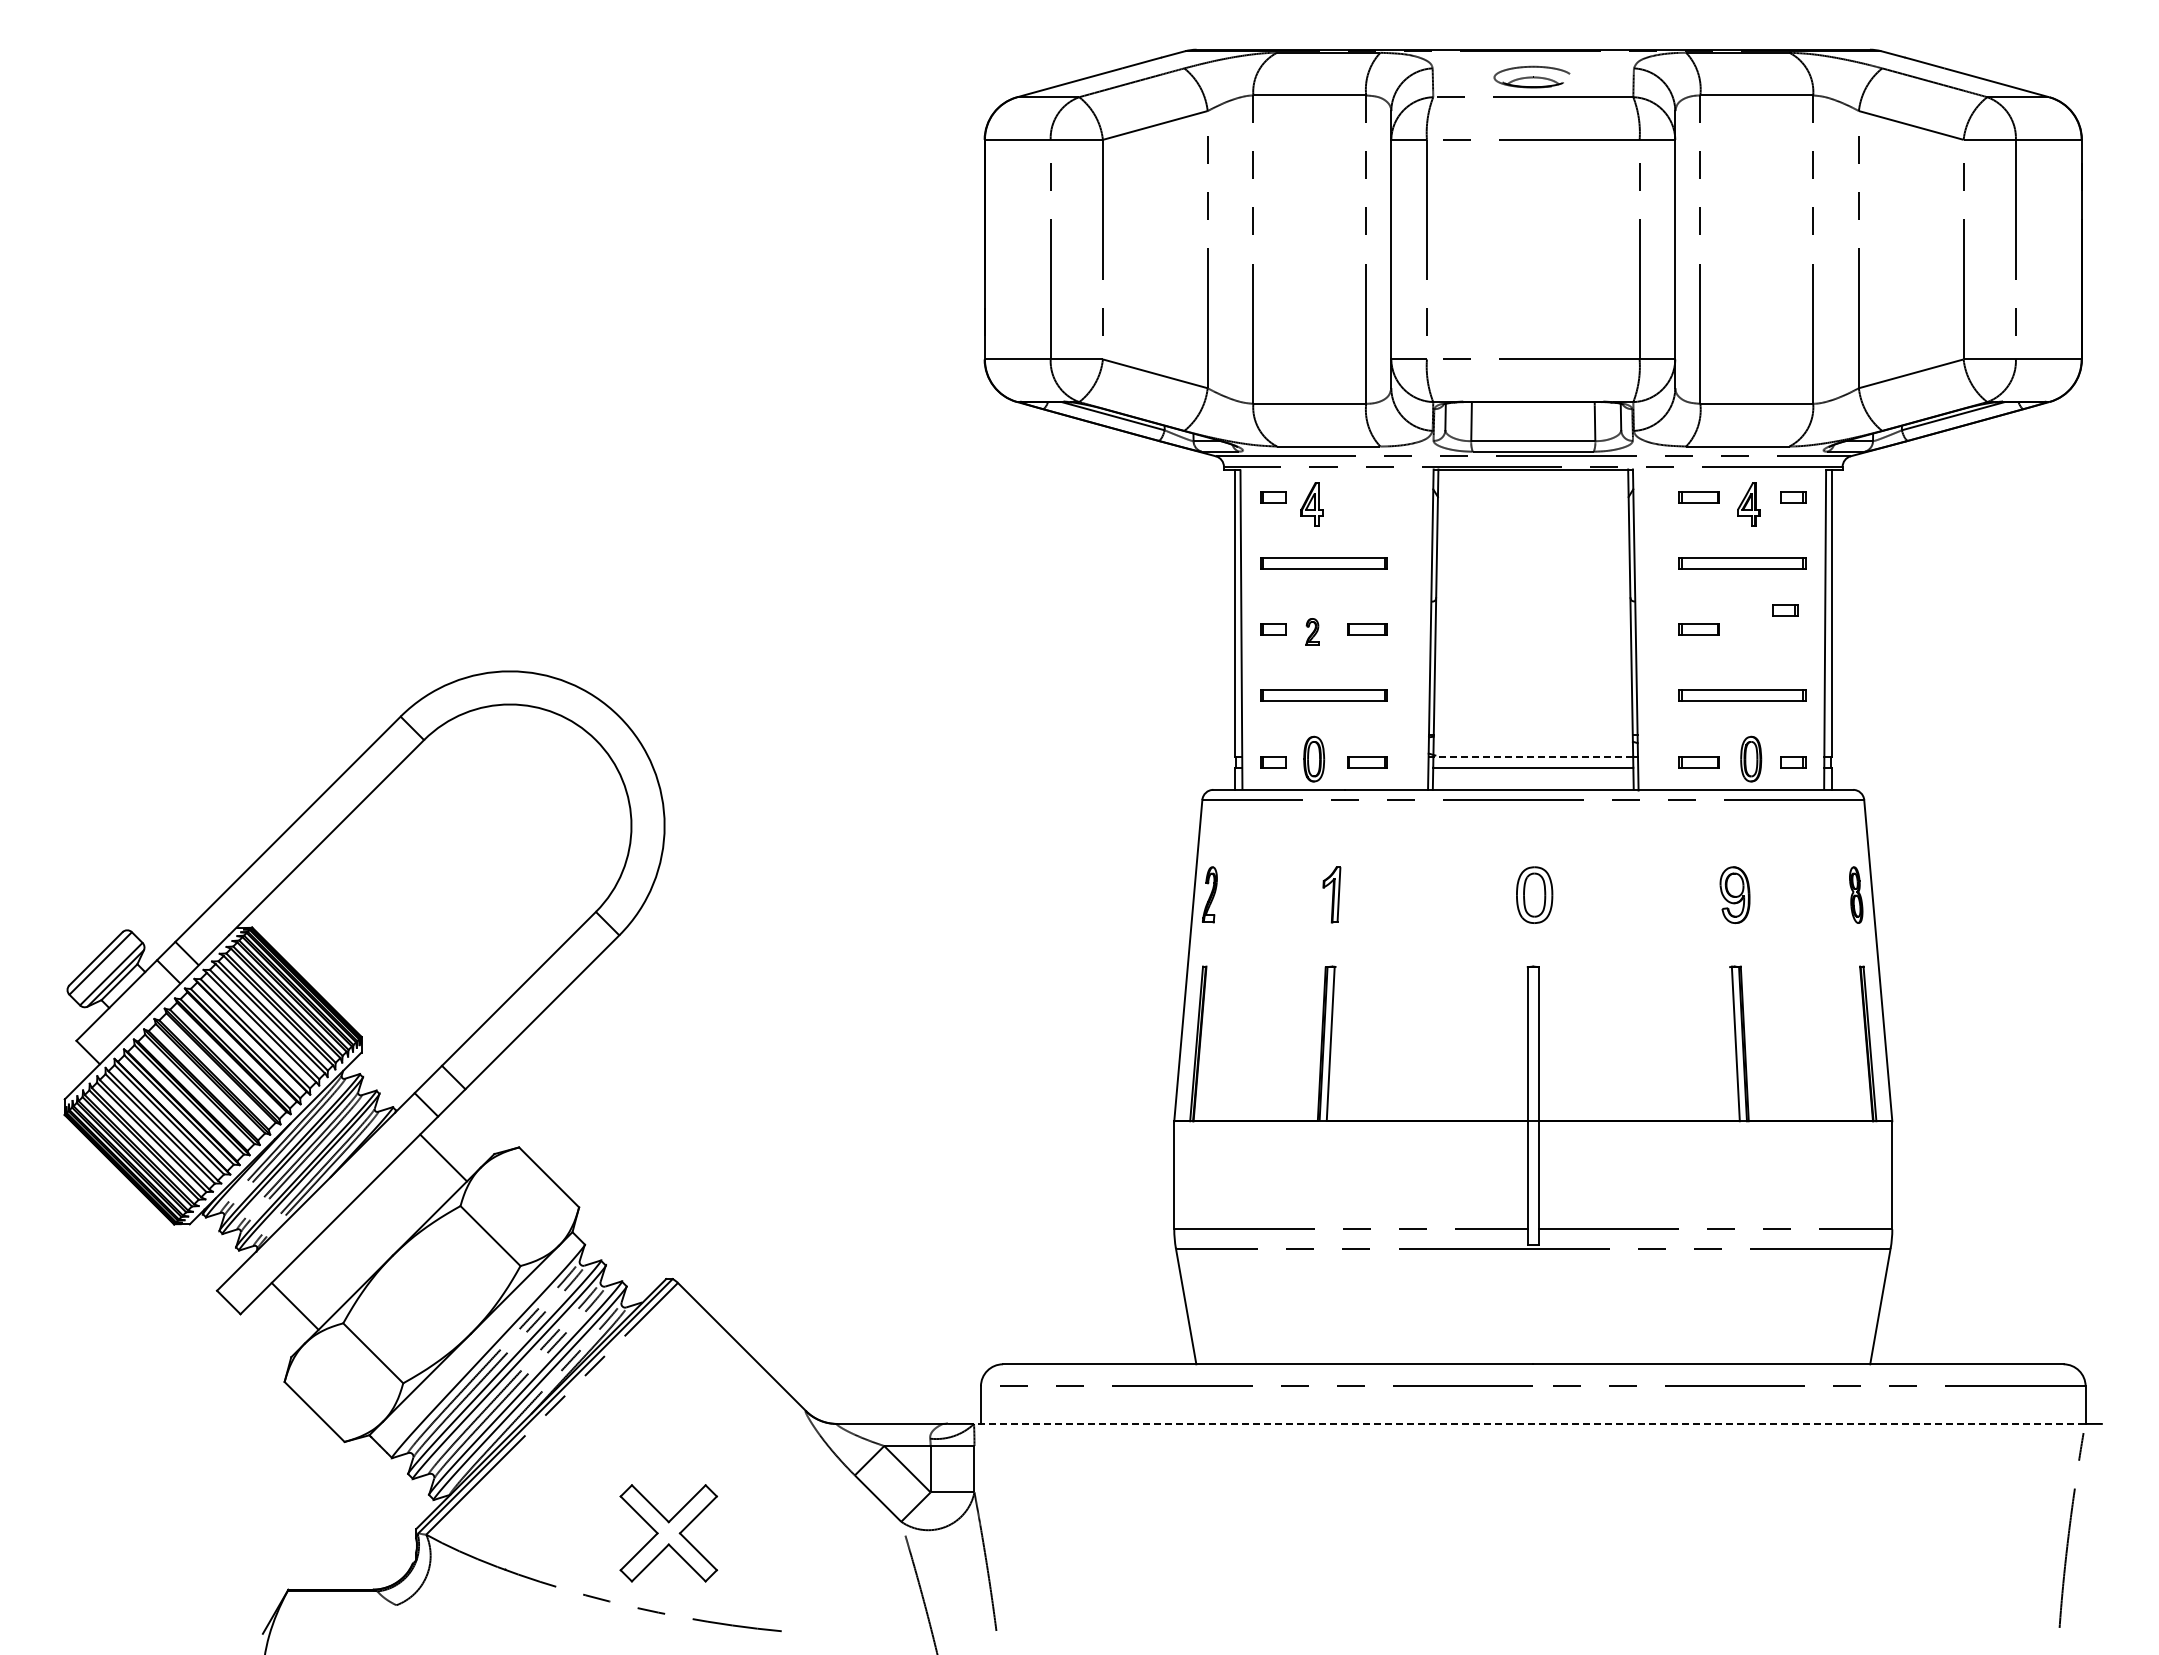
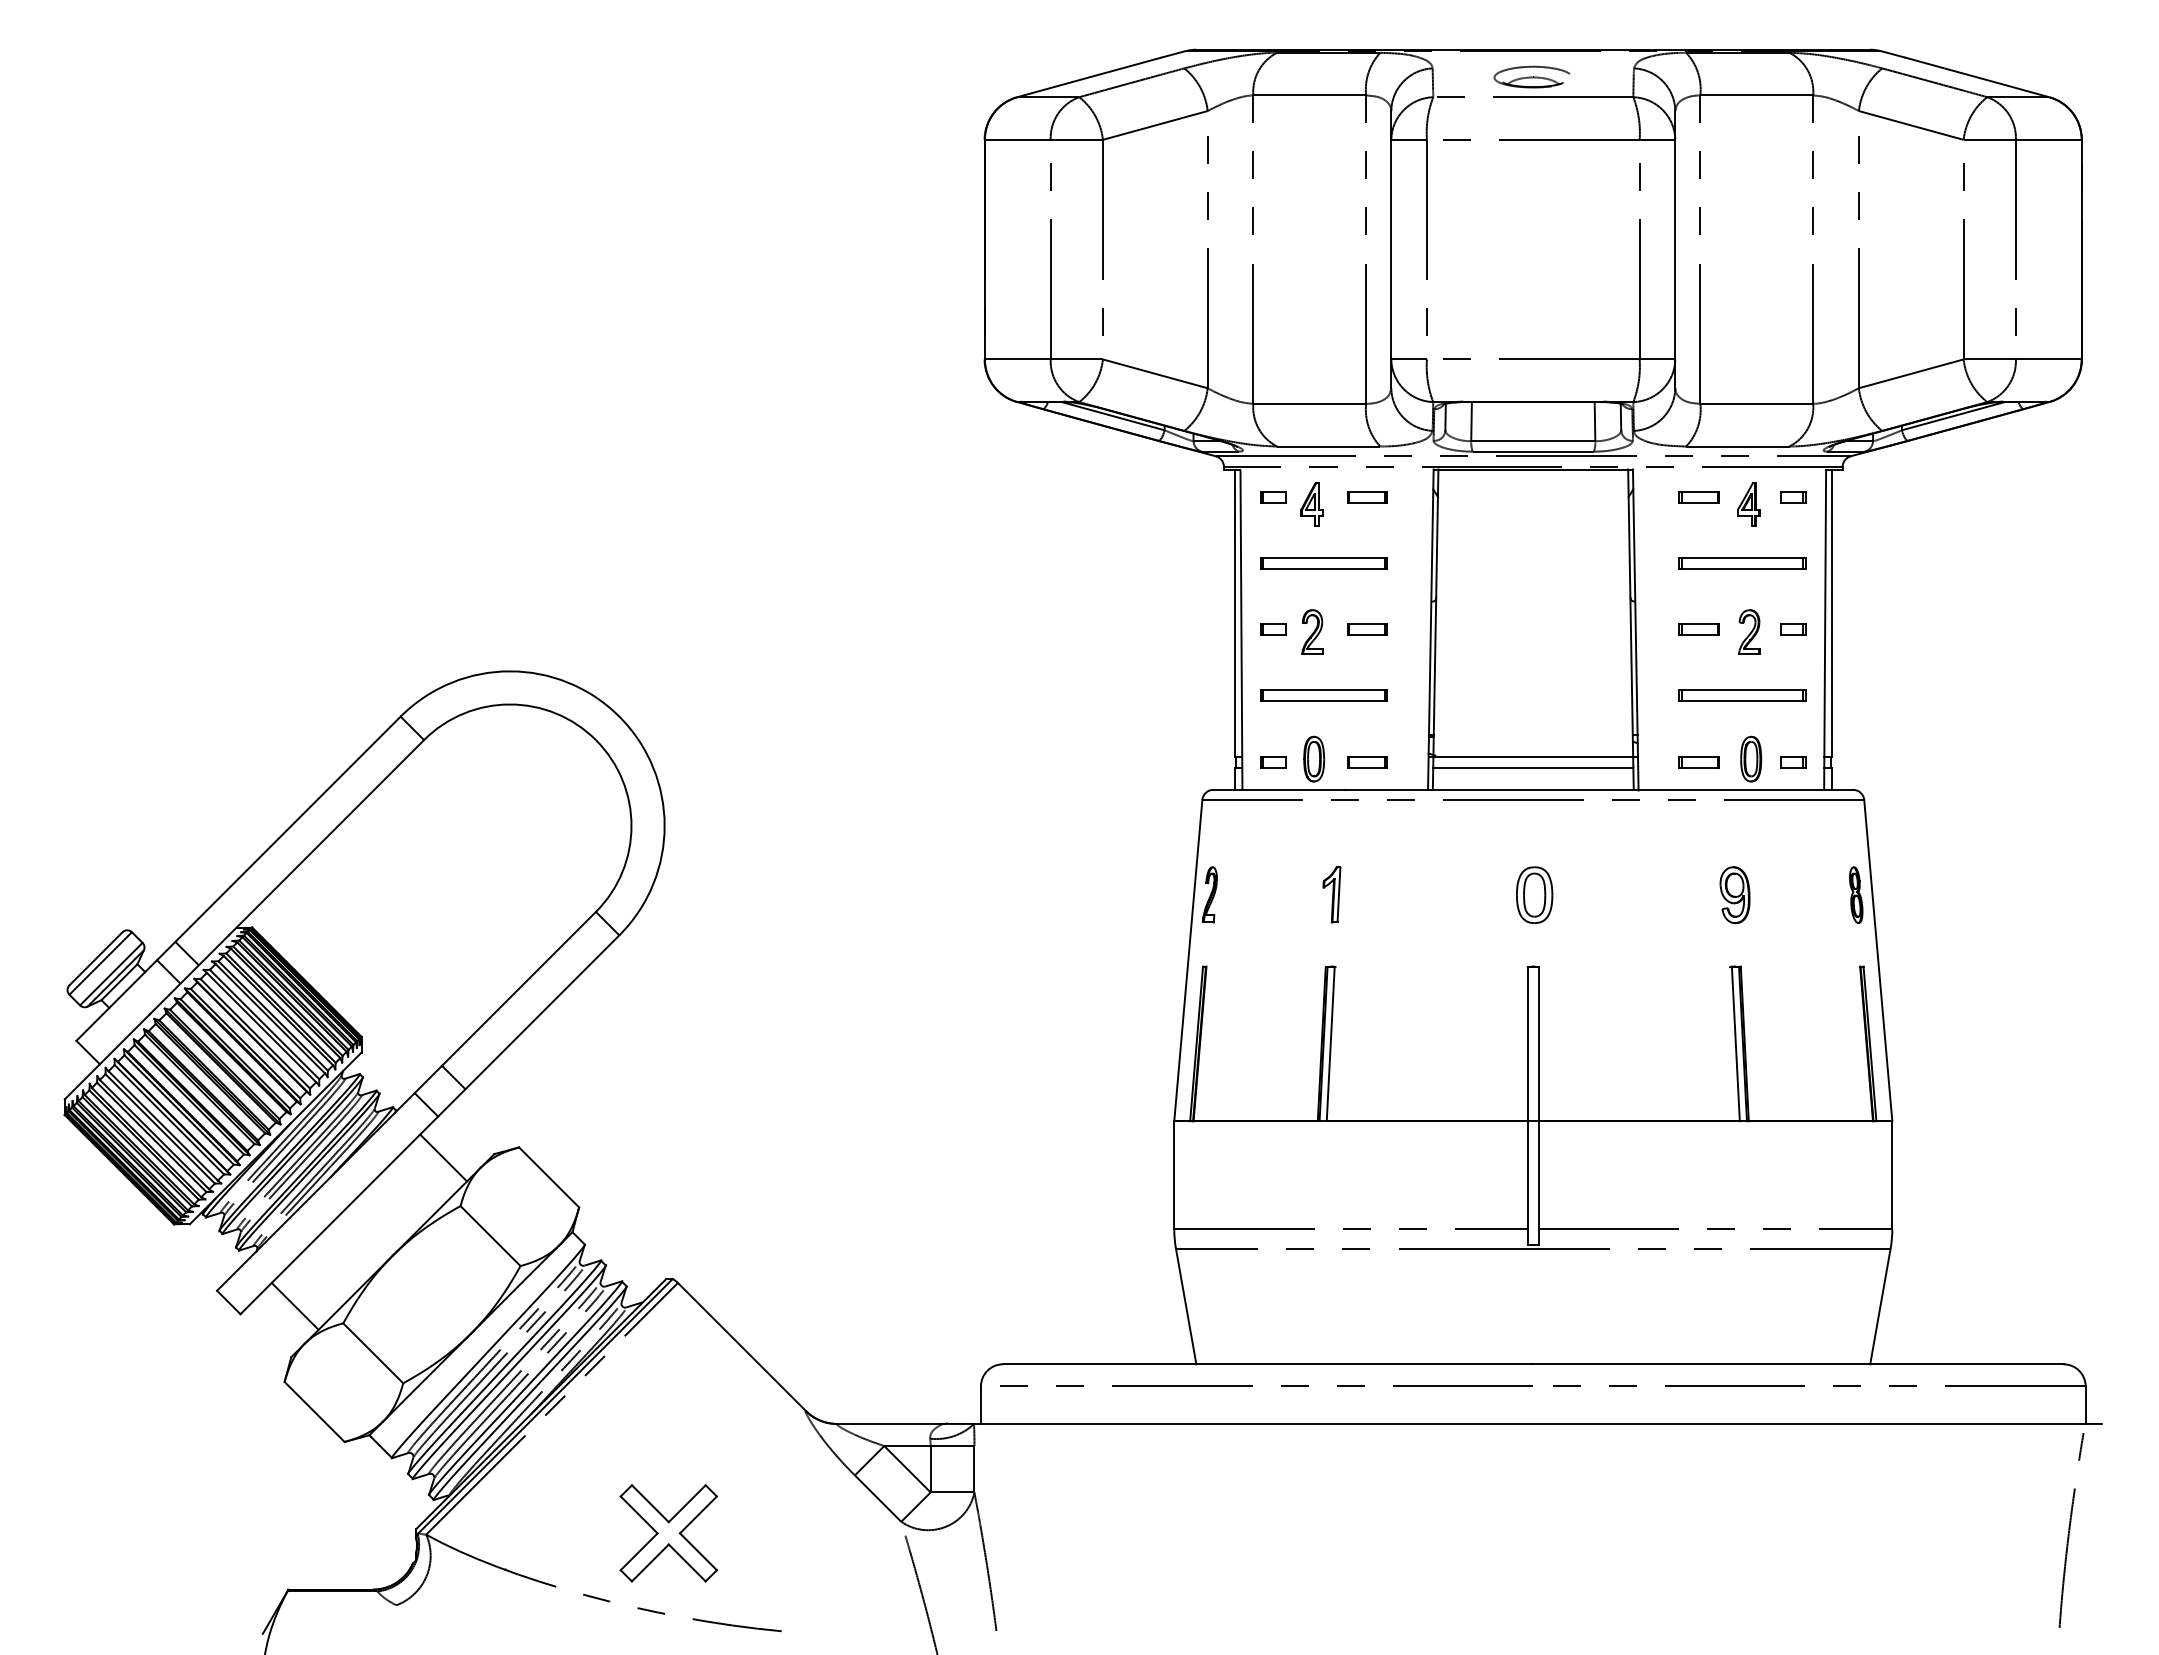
part at (1367, 497): none -> present
part at (1785, 610) position: (1785, 610) -> (1793, 629)
part at (1312, 631) size: 15x28 px -> 23x46 px
part at (1749, 631): none -> present
line at (1533, 756): dashed -> solid
line at (1529, 1423): dashed -> solid
